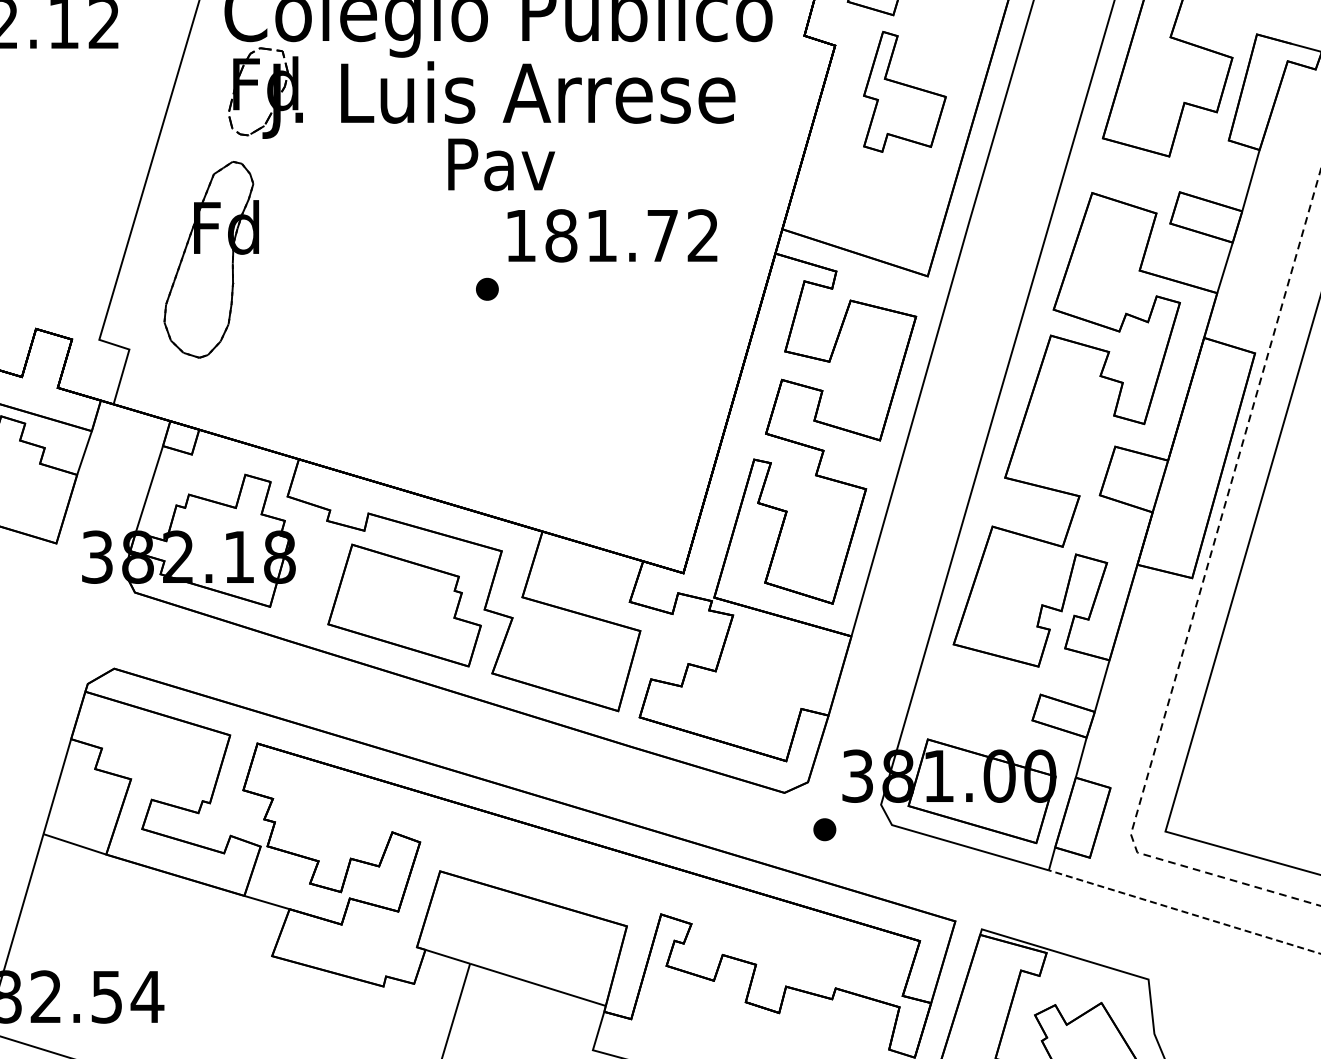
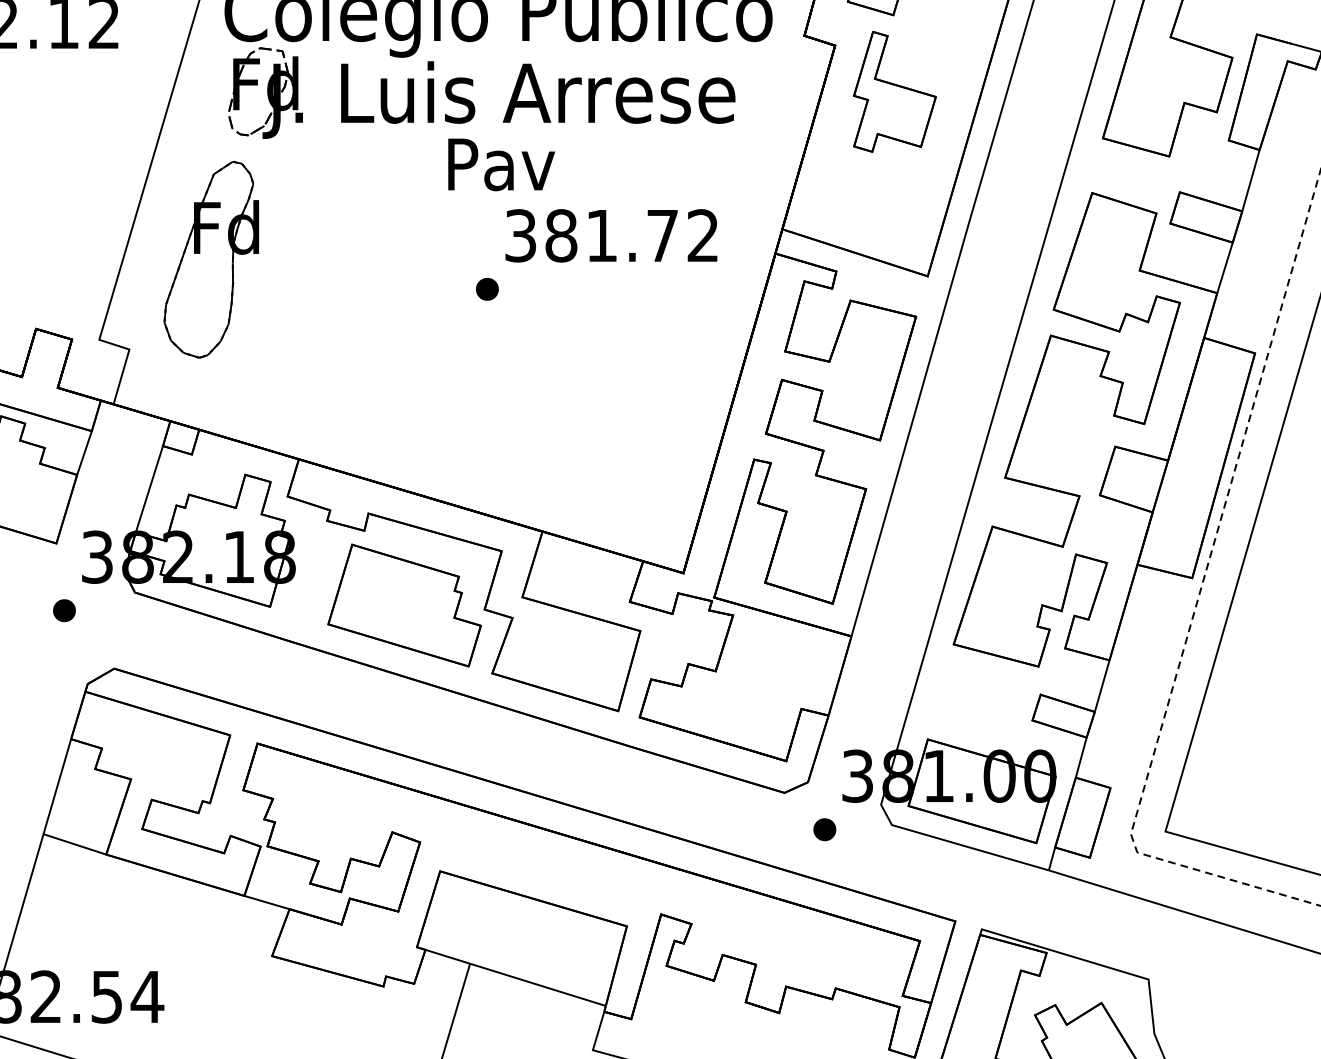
part at (904, 91) position: (904, 91) -> (894, 91)
text at (520, 235): 181.72 -> 381.72
part at (64, 610): none -> present
line at (1184, 912): dashed -> solid
